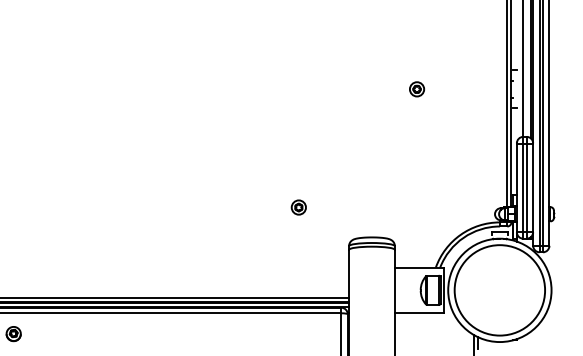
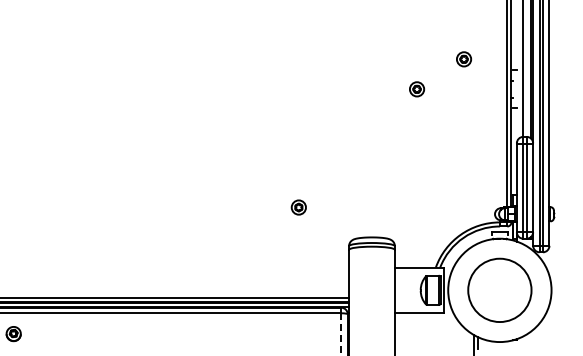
part at (464, 59): none -> present
circle at (499, 290) diameter: 90 px -> 63 px
line at (341, 334): solid -> dashed
